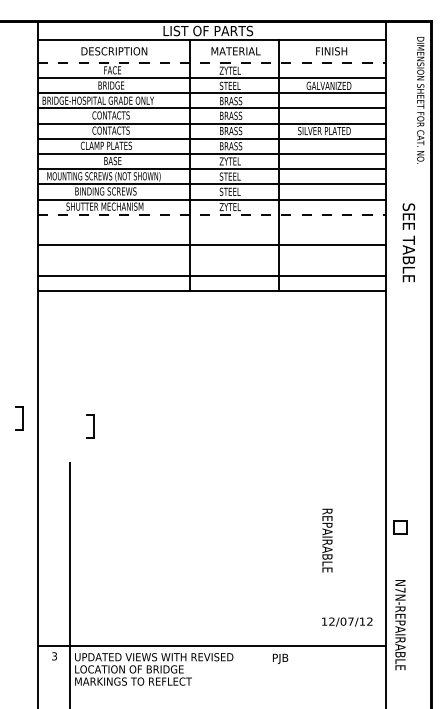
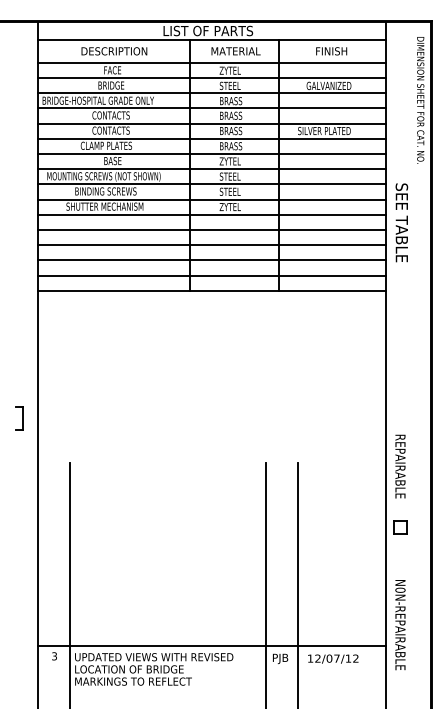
line at (212, 62): dashed -> solid
line at (212, 214): dashed -> solid
line at (212, 230): none -> present
text at (408, 242) position: (408, 242) -> (401, 222)
line at (212, 260): none -> present
part at (90, 426): present -> none
text at (327, 540) position: (327, 540) -> (400, 466)
line at (266, 584): none -> present
line at (297, 584): none -> present
text at (400, 589): N7N-REPAIRABLE -> N0N-REPAIRABLE
text at (347, 621) position: (347, 621) -> (333, 658)
